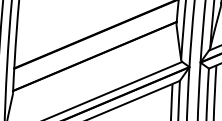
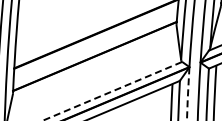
line at (112, 91): solid -> dashed
arc at (187, 94): solid -> dashed
